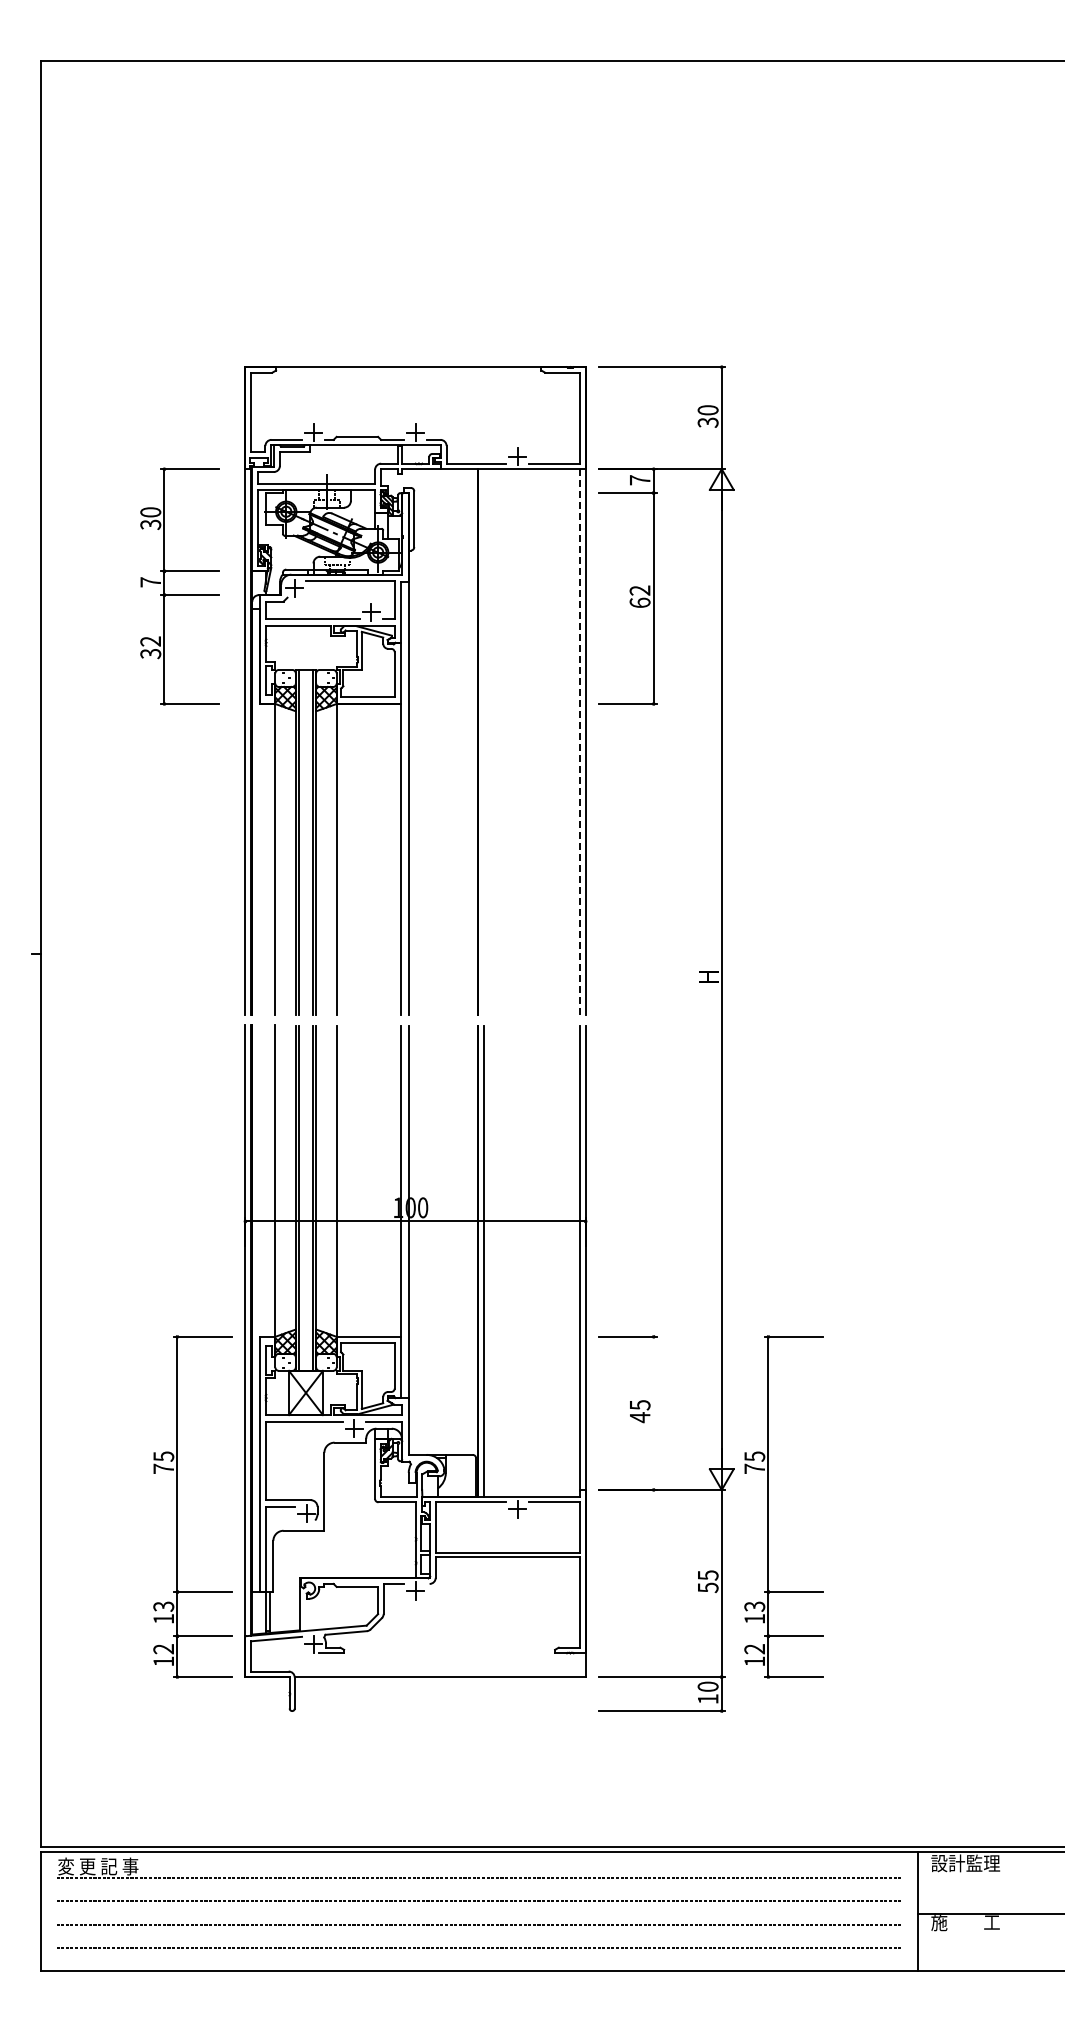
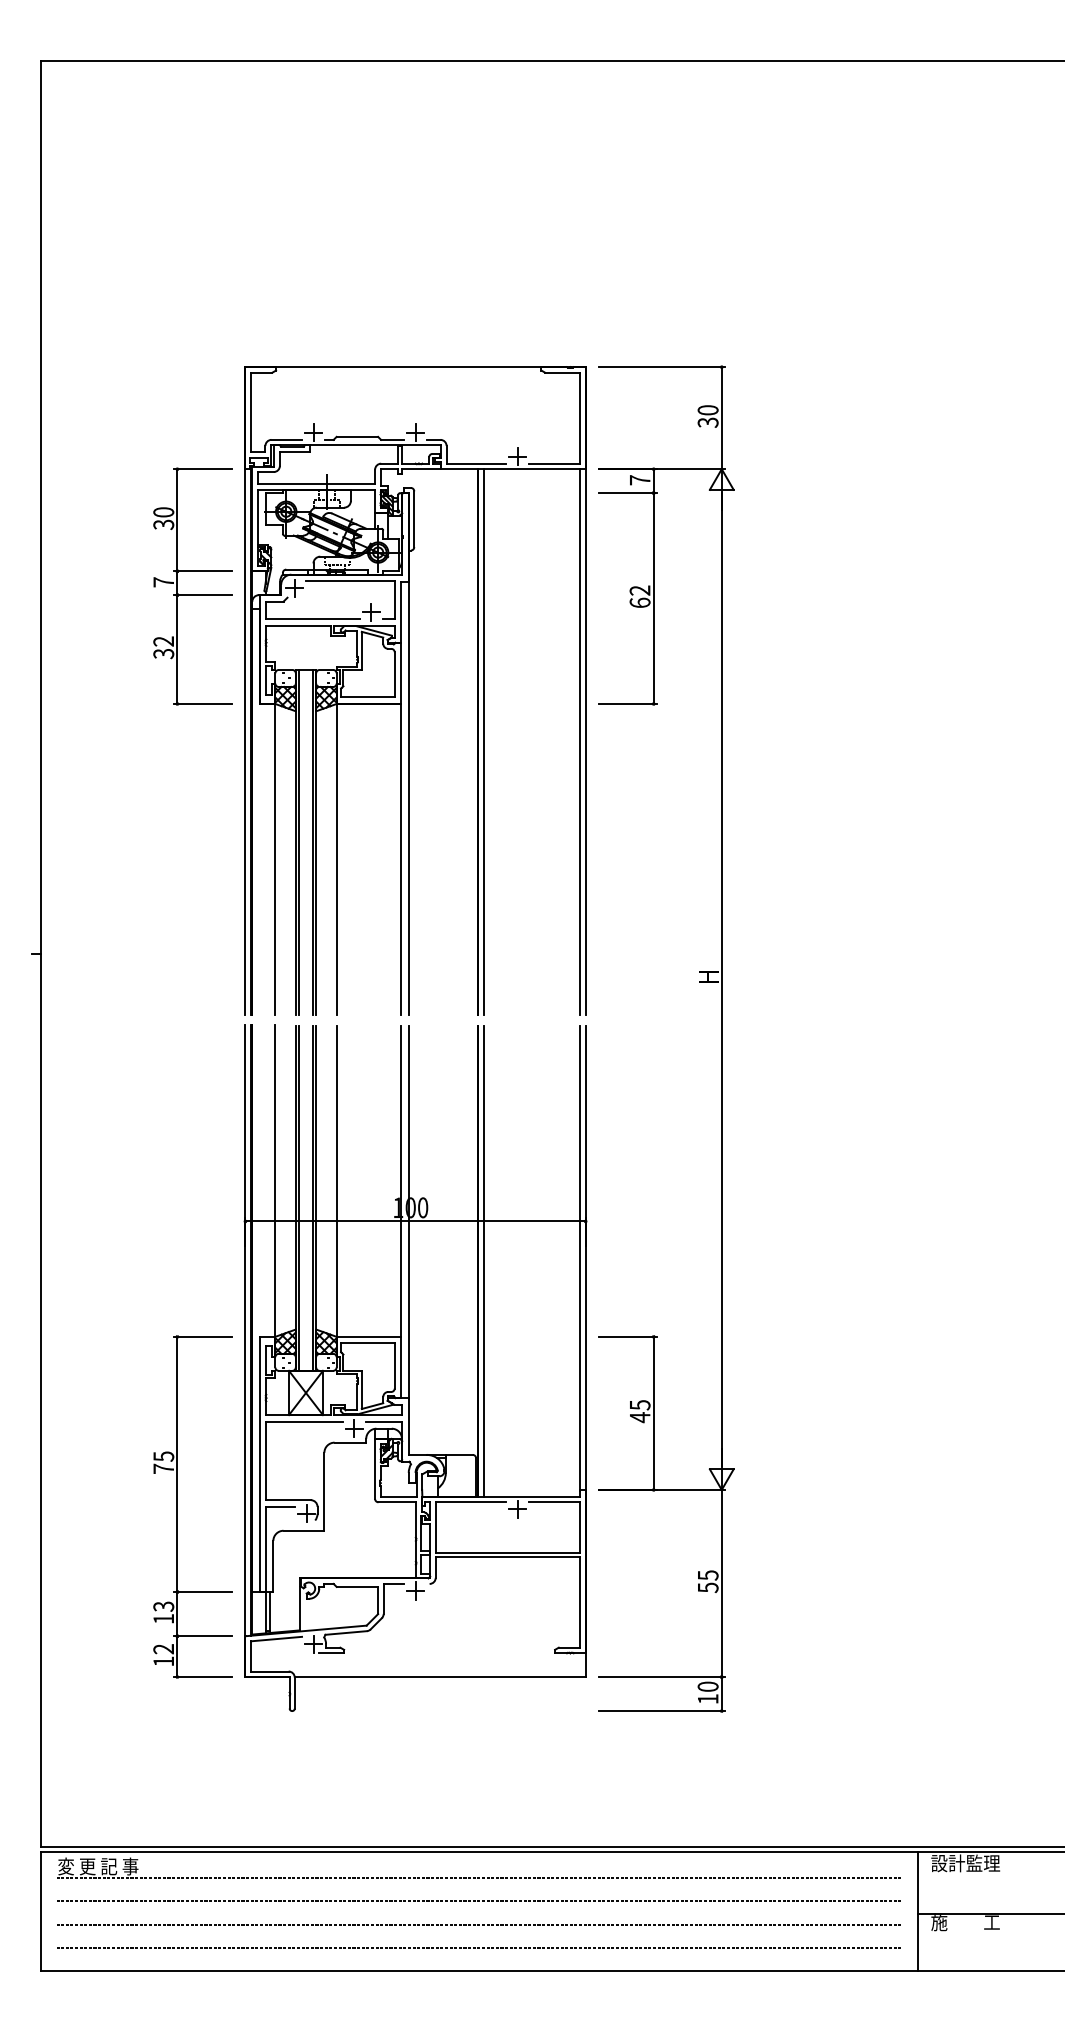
part at (179, 594) position: (179, 594) -> (192, 594)
line at (580, 741): dashed -> solid
line at (483, 742): none -> present
line at (653, 1412): none -> present
part at (768, 1506): present -> none
